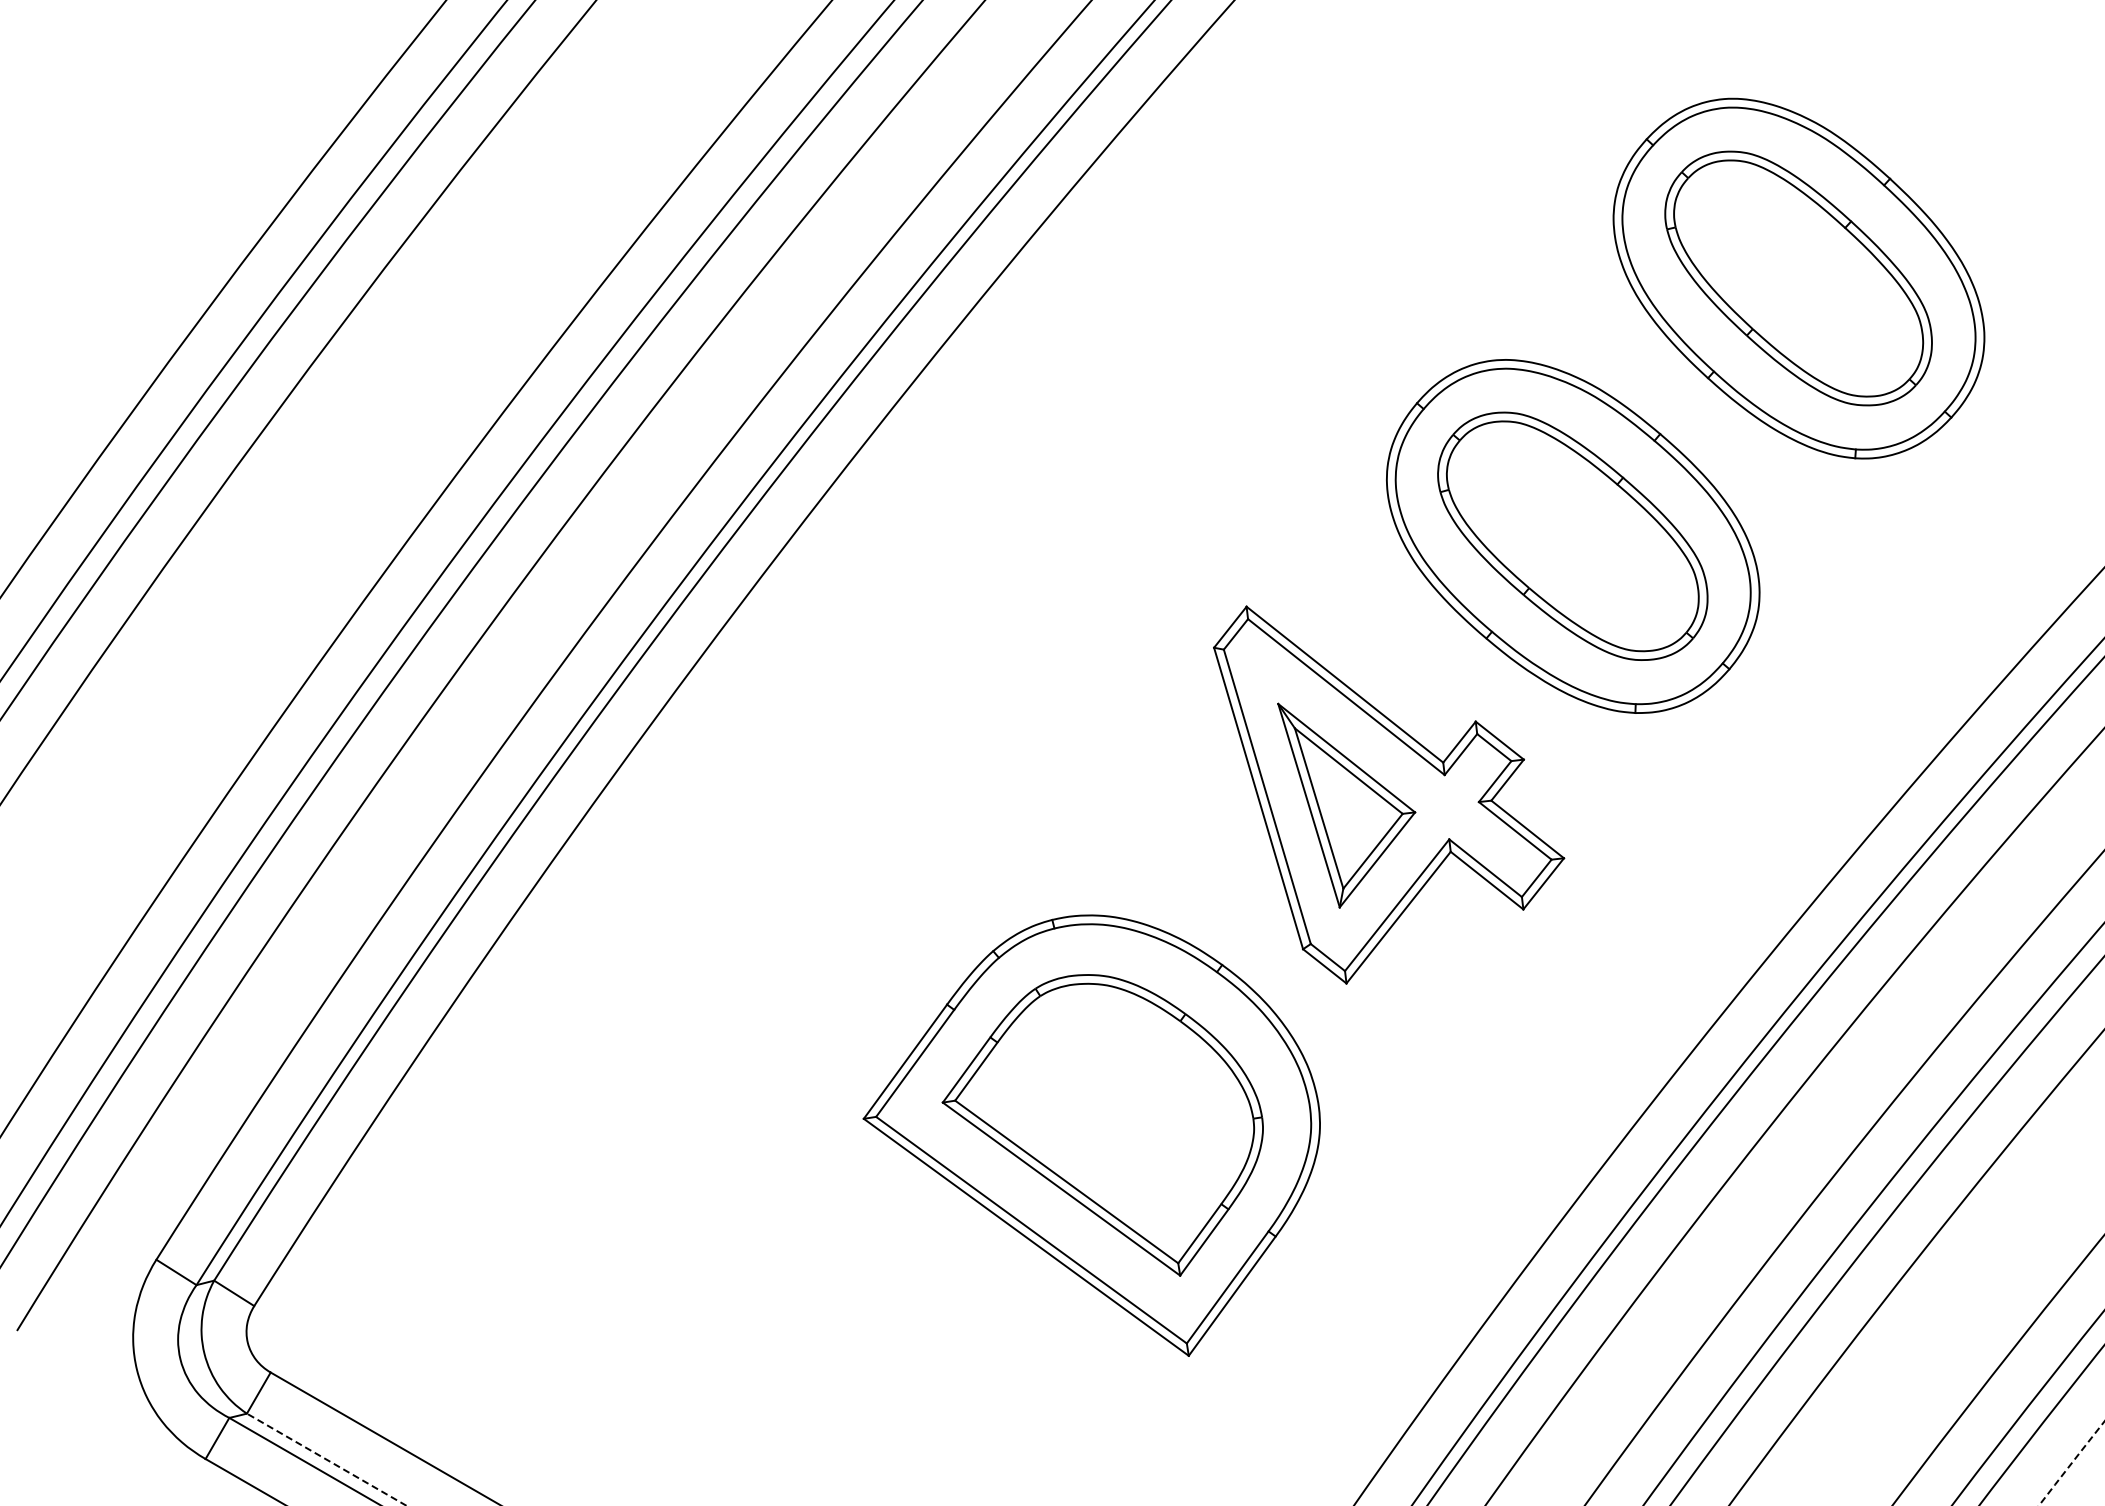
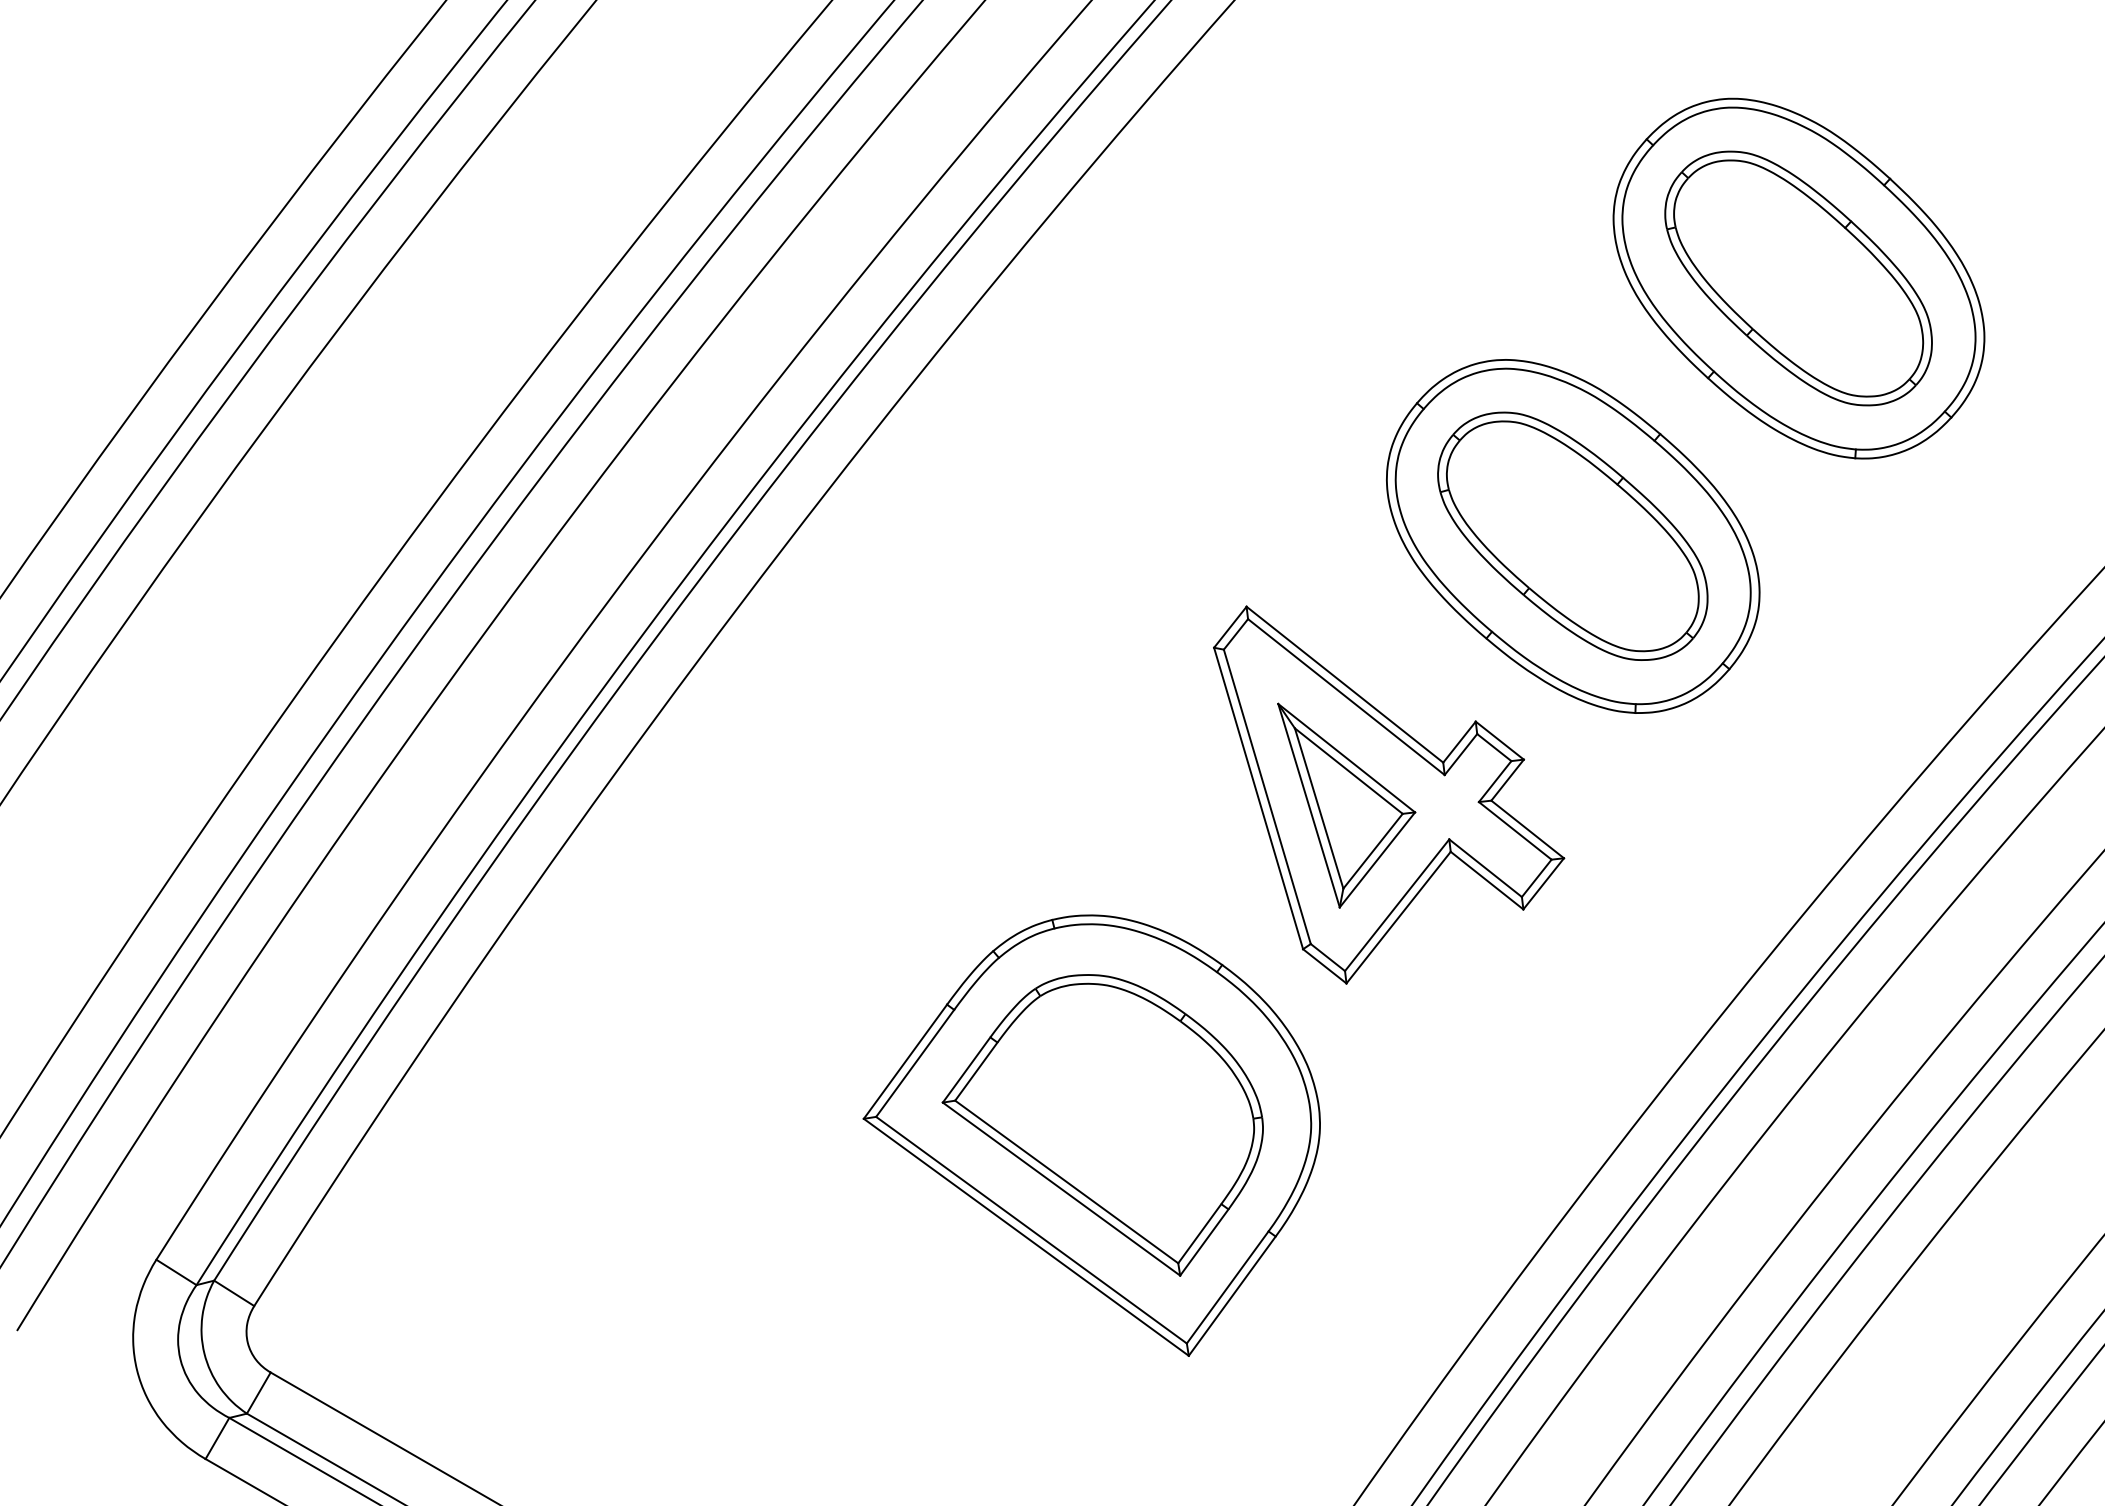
line at (326, 1459): dashed -> solid
arc at (2071, 1464): dashed -> solid
